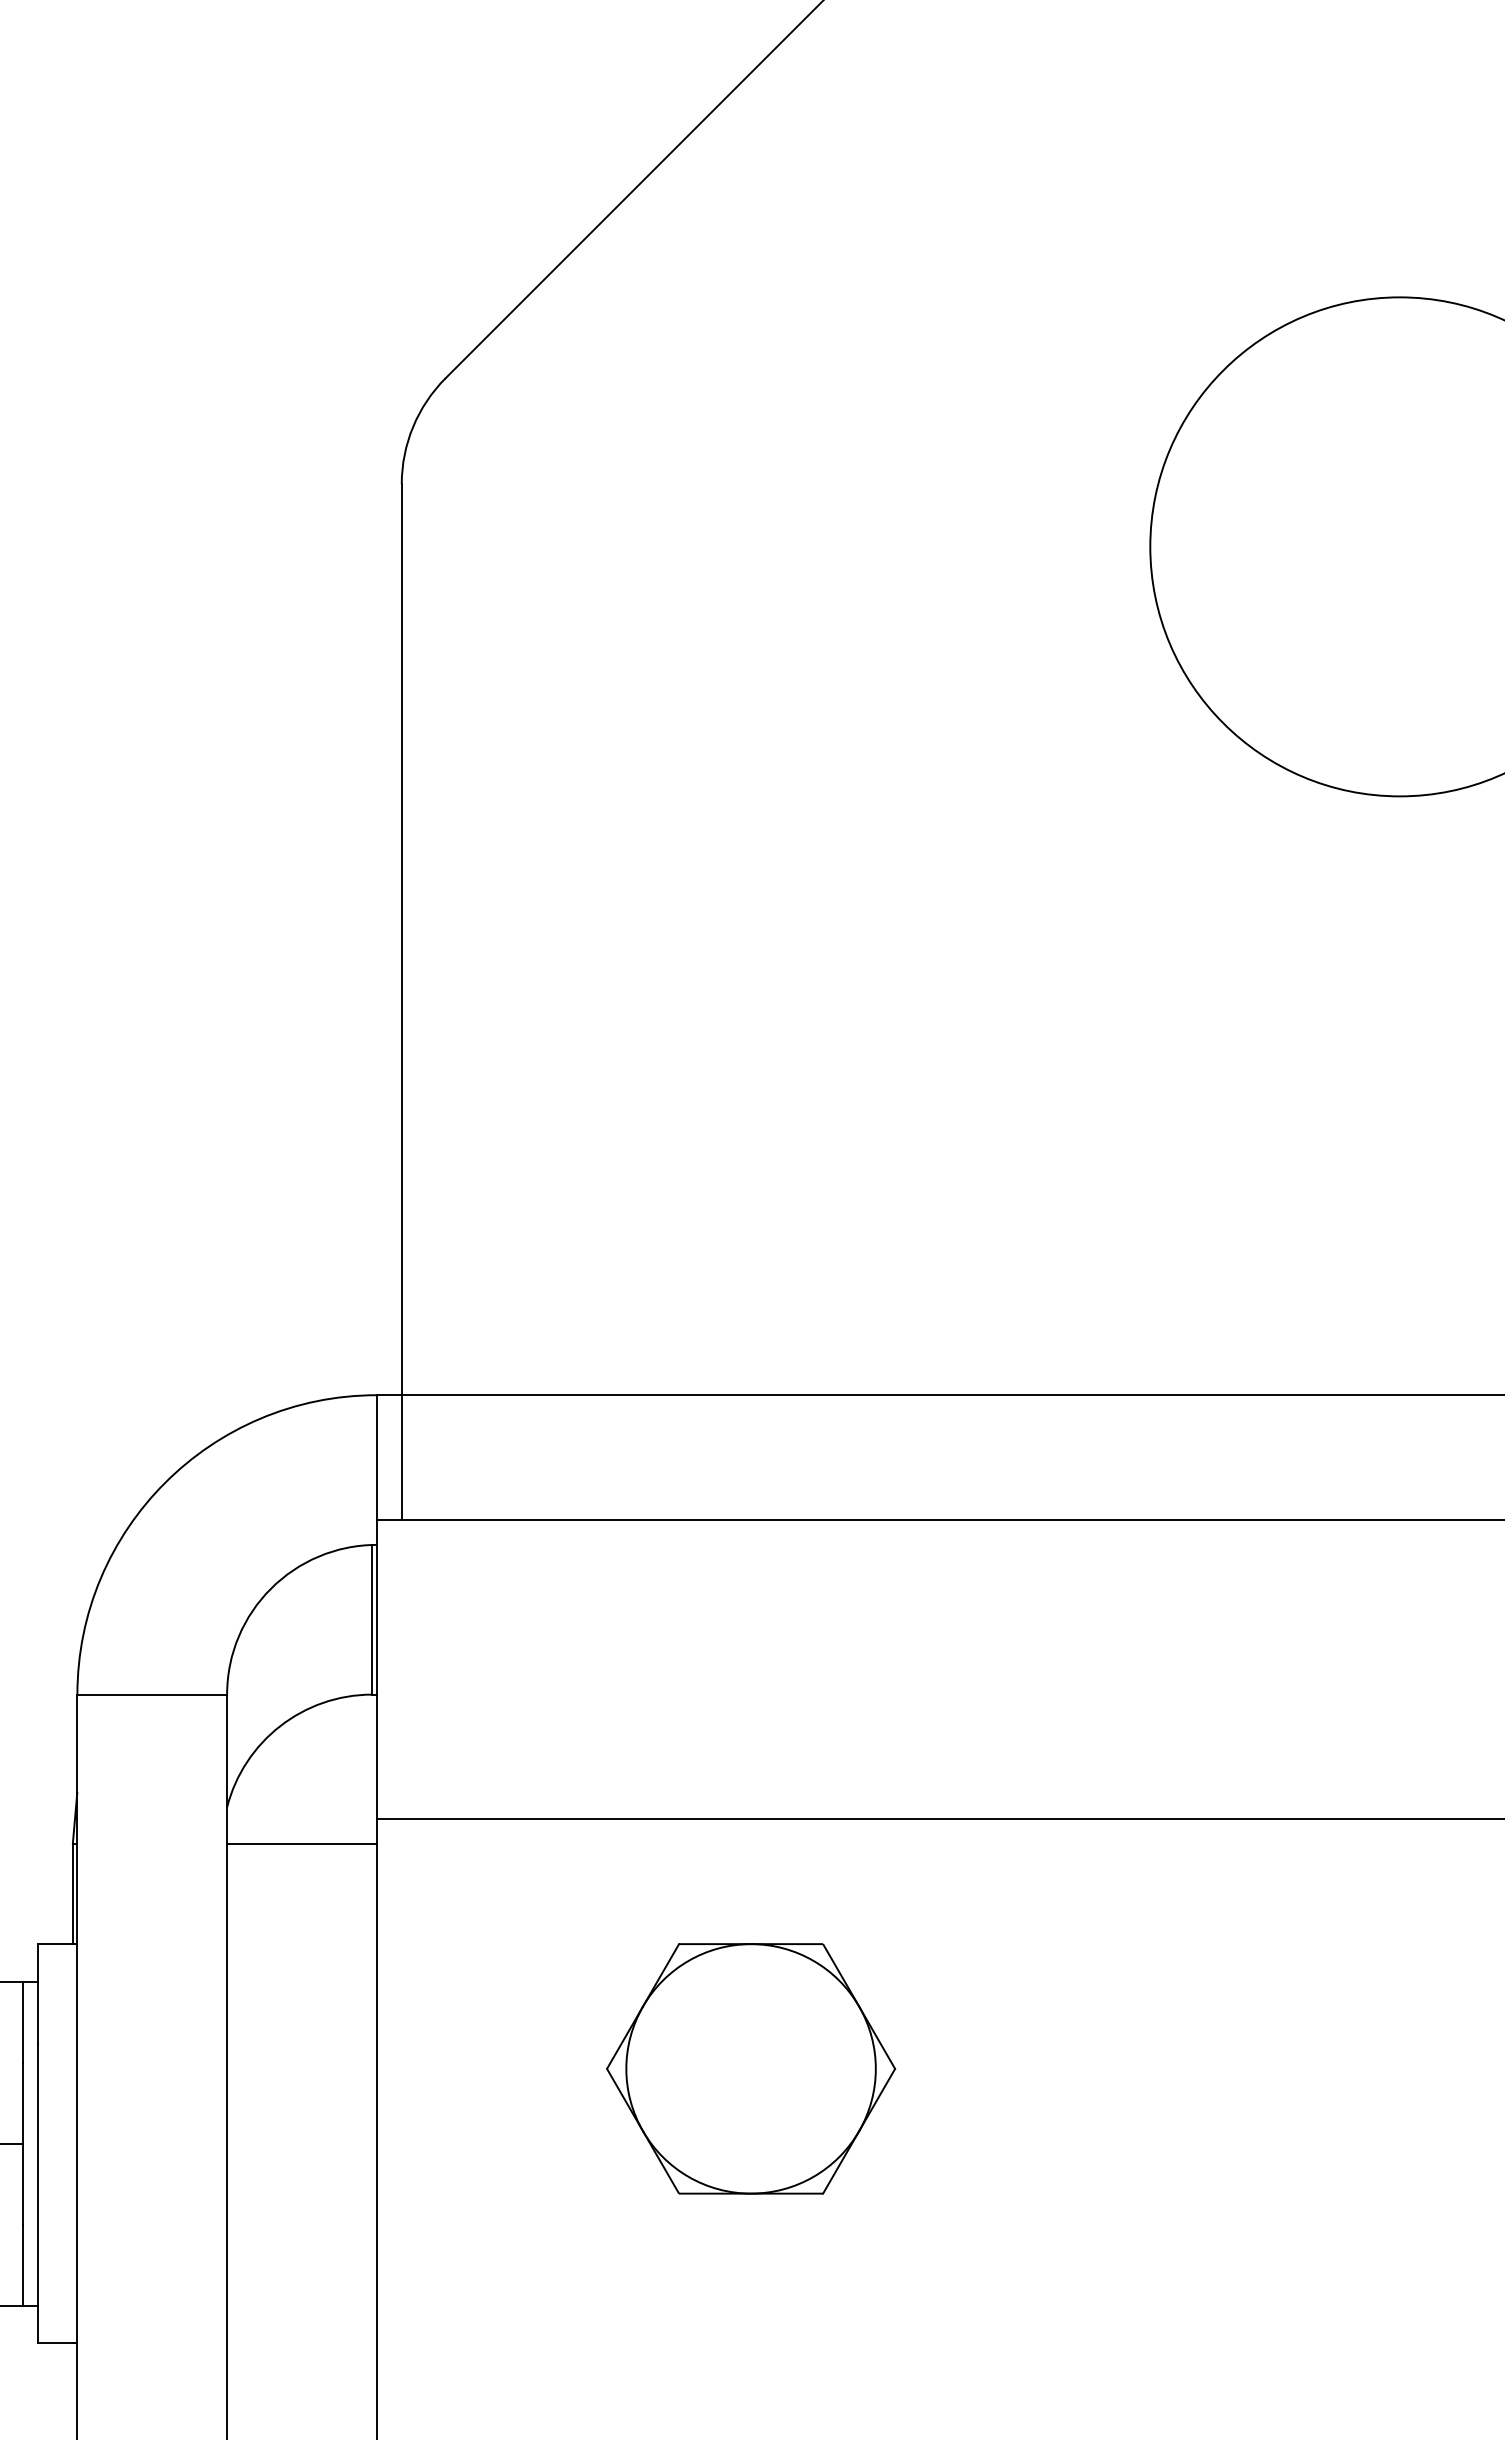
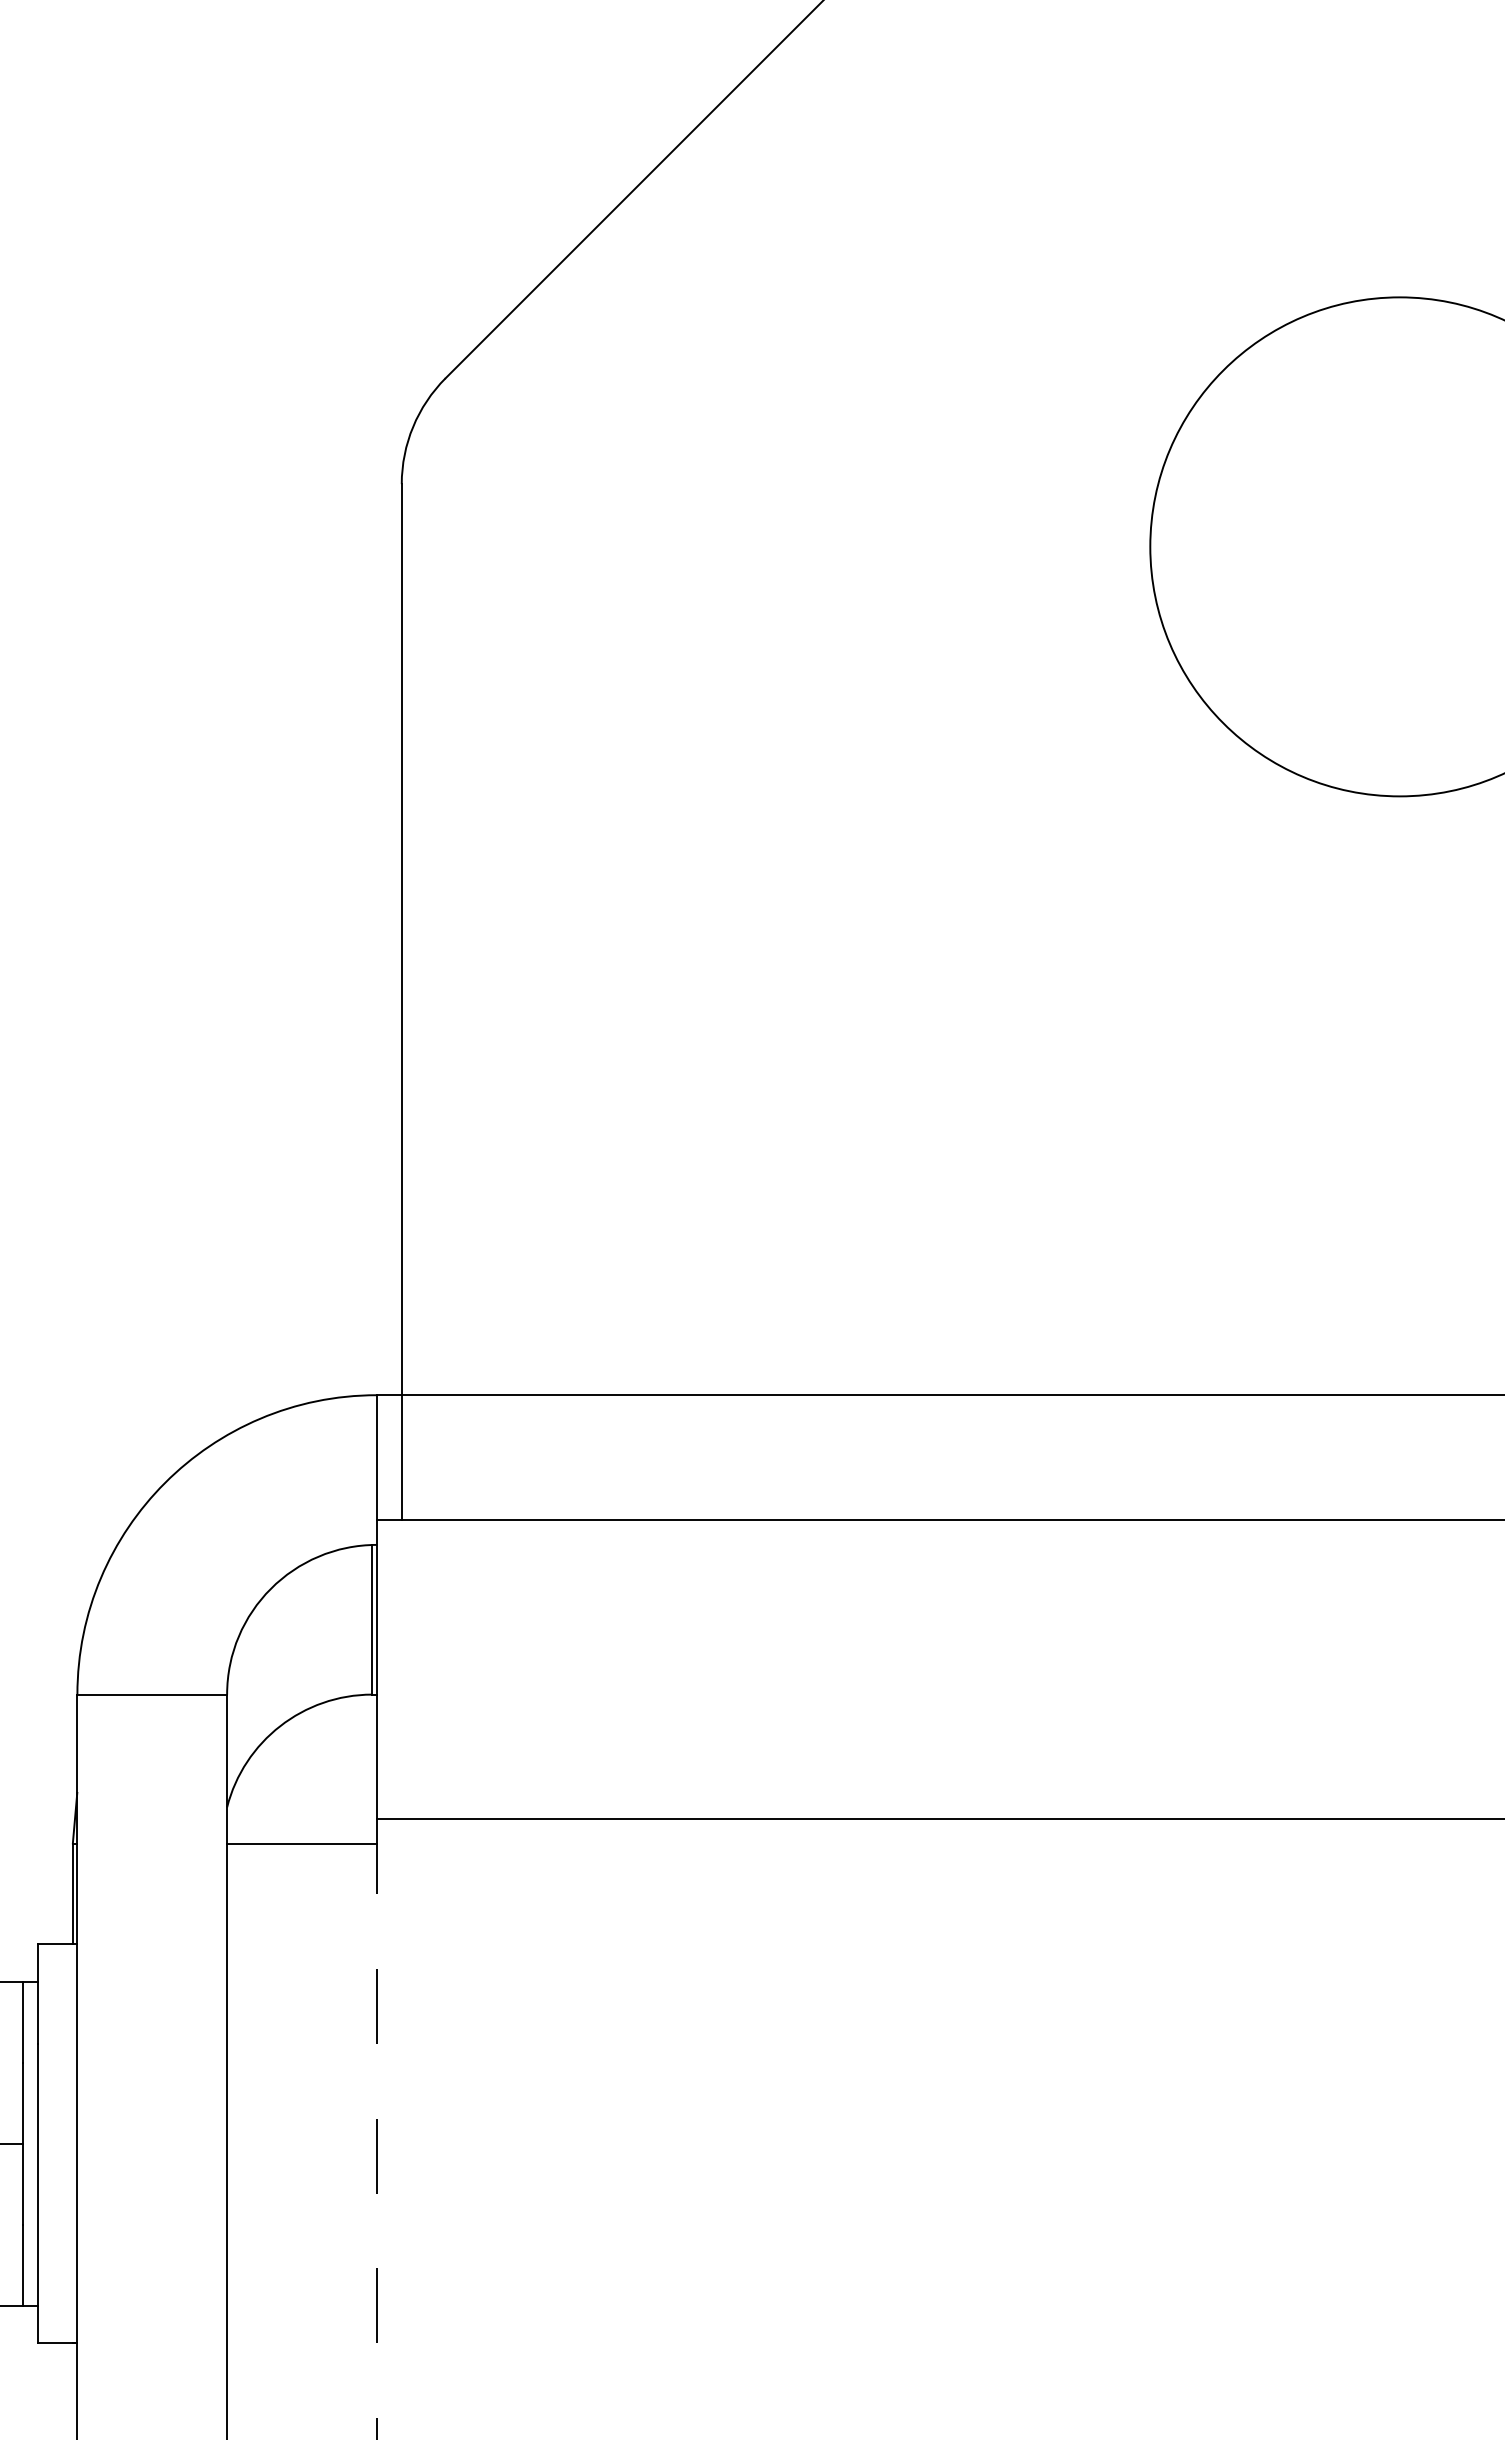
part at (751, 2068): present -> none
line at (376, 2141): solid -> dashed
